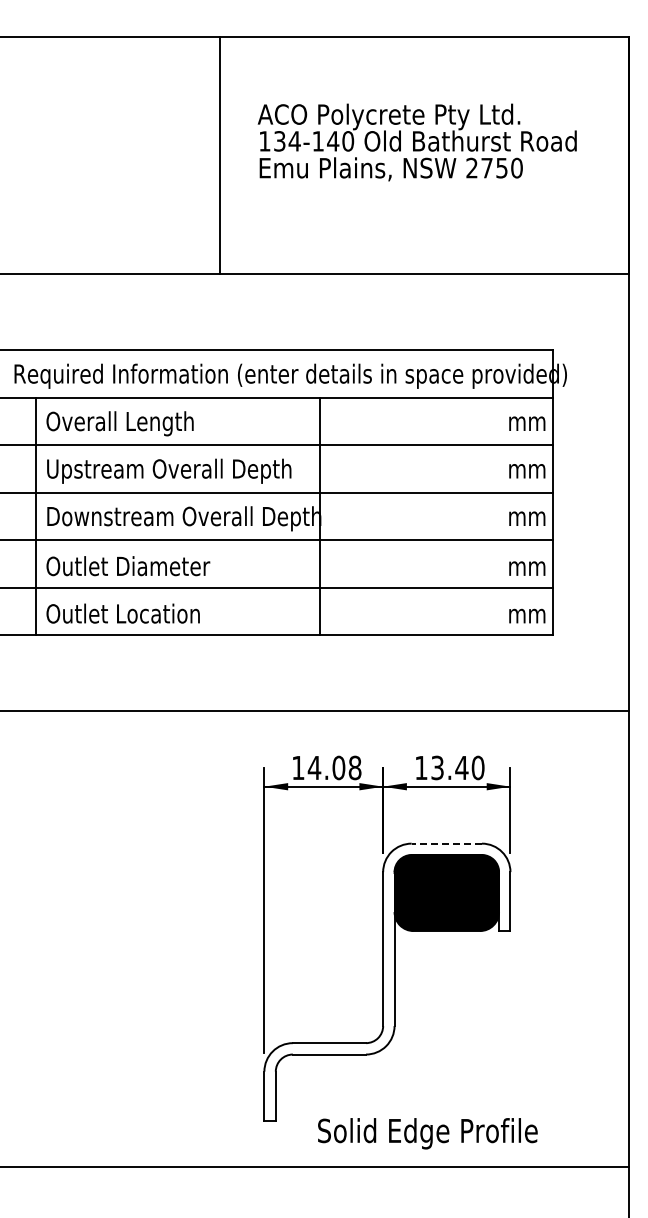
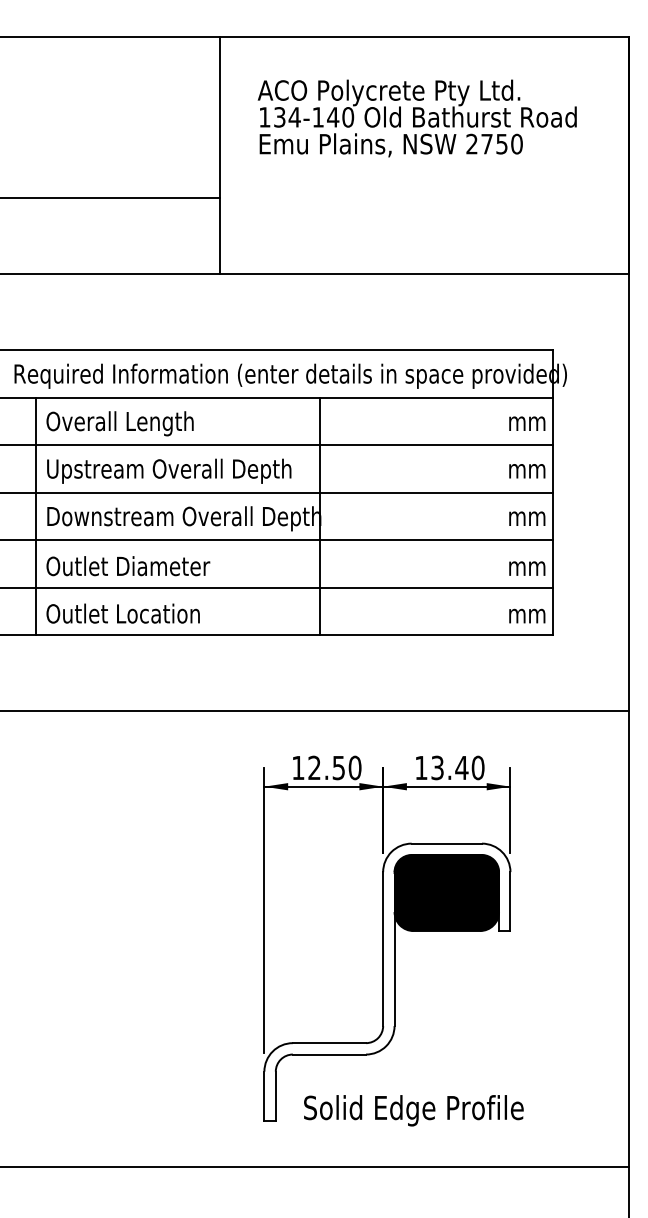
text at (416, 142) position: (416, 142) -> (416, 118)
line at (111, 198): none -> present
text at (334, 767): 14.08 -> 12.50
line at (446, 843): dashed -> solid
text at (427, 1133) position: (427, 1133) -> (413, 1110)
